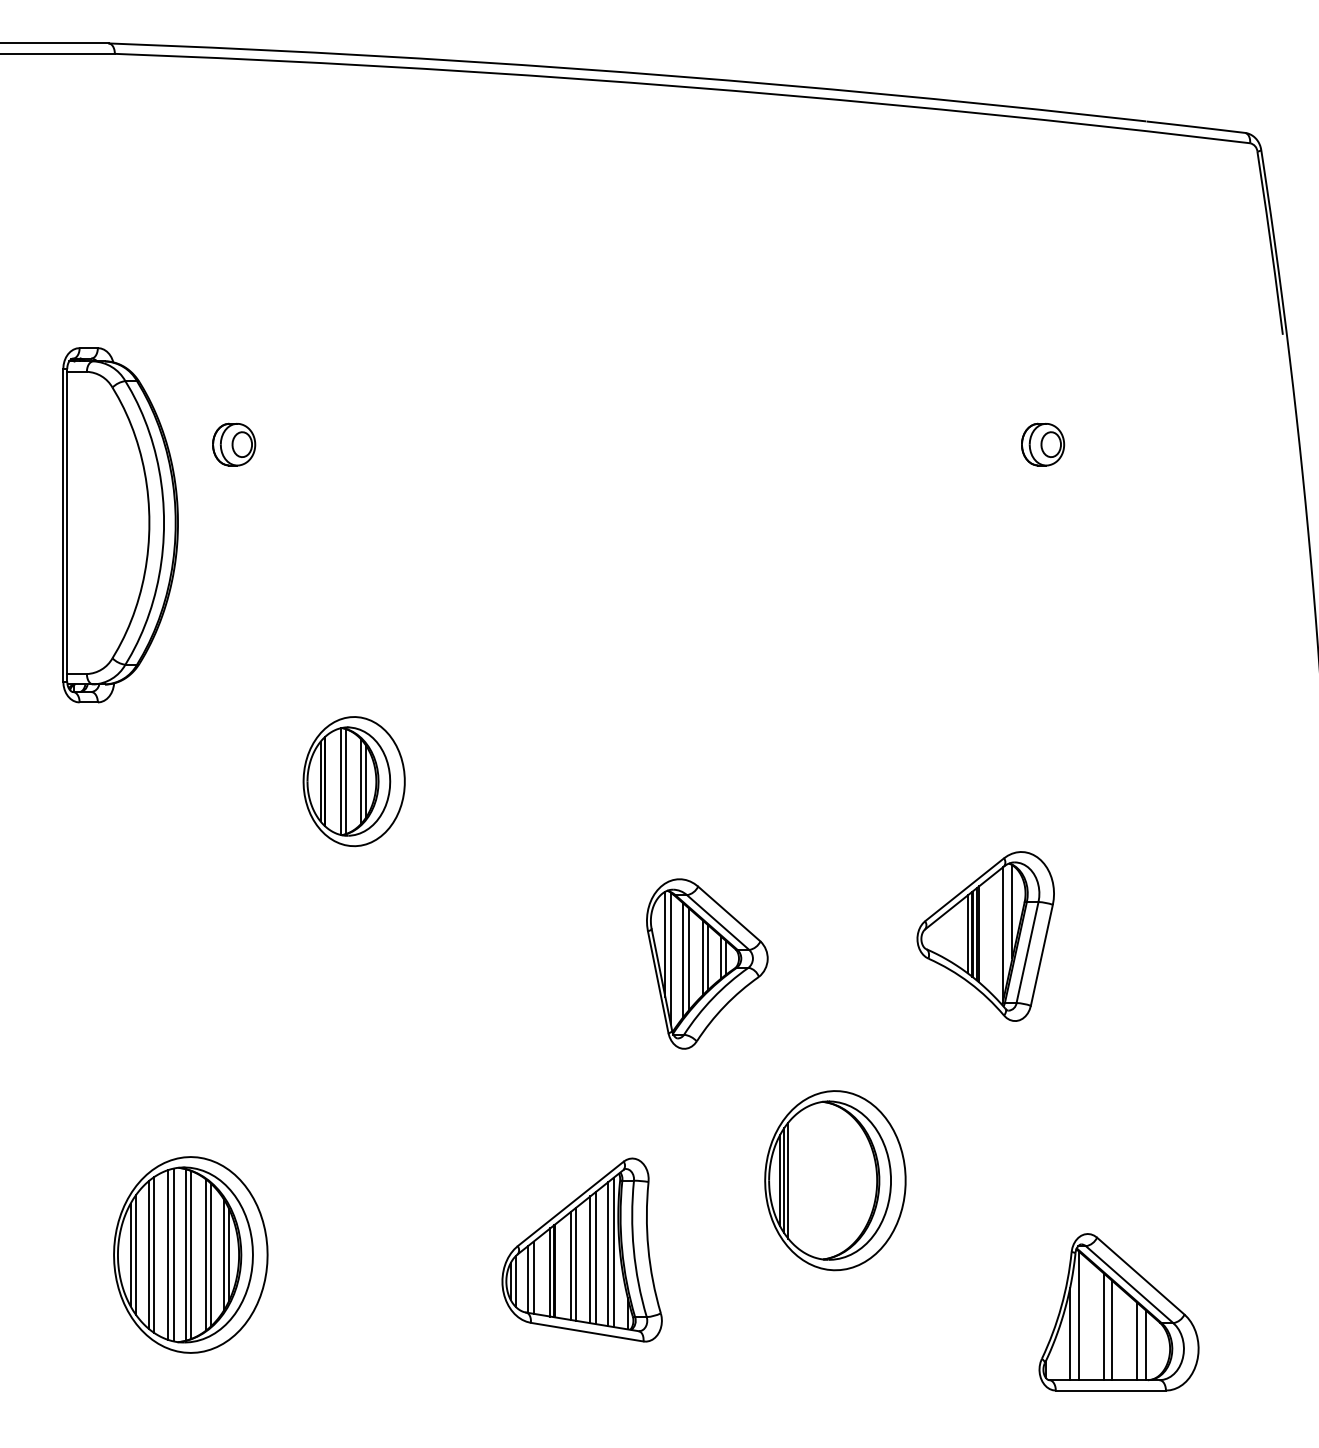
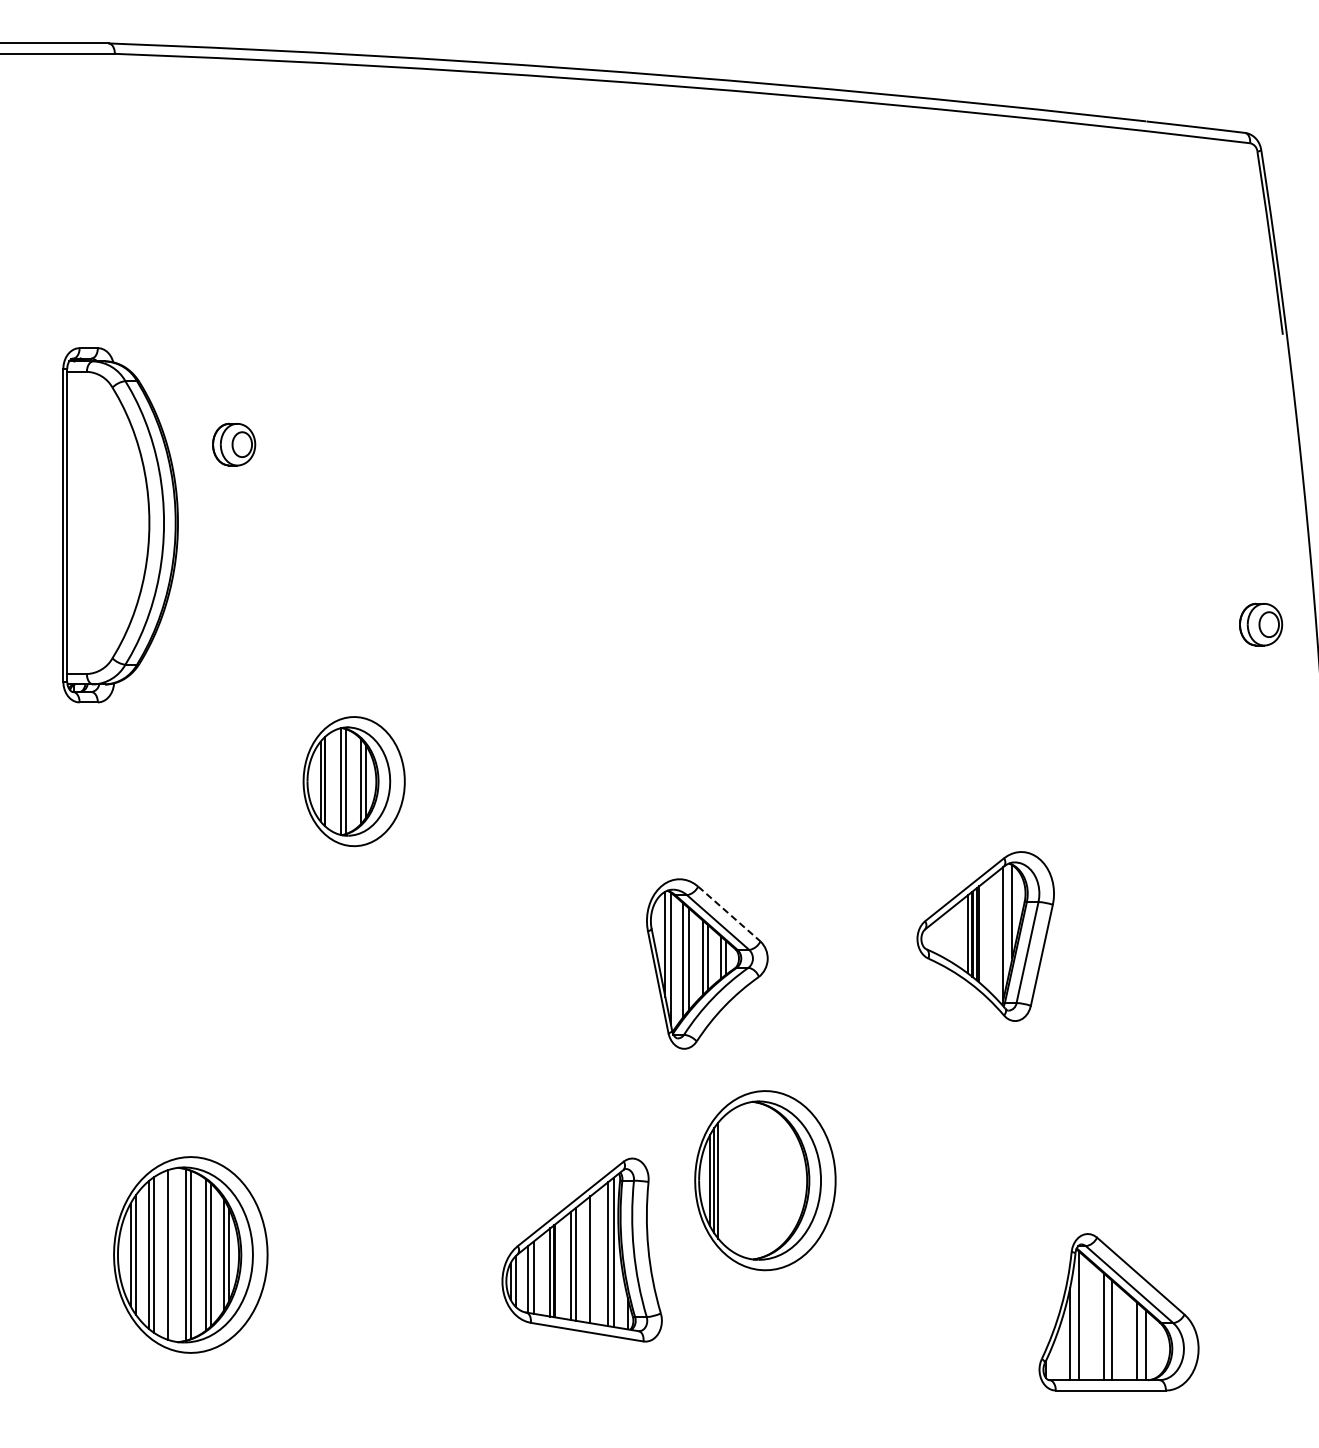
part at (1043, 444) position: (1043, 444) -> (1261, 624)
line at (729, 914): solid -> dashed
part at (835, 1180) position: (835, 1180) -> (765, 1180)
line at (173, 1254): present -> none
line at (595, 1258): present -> none
